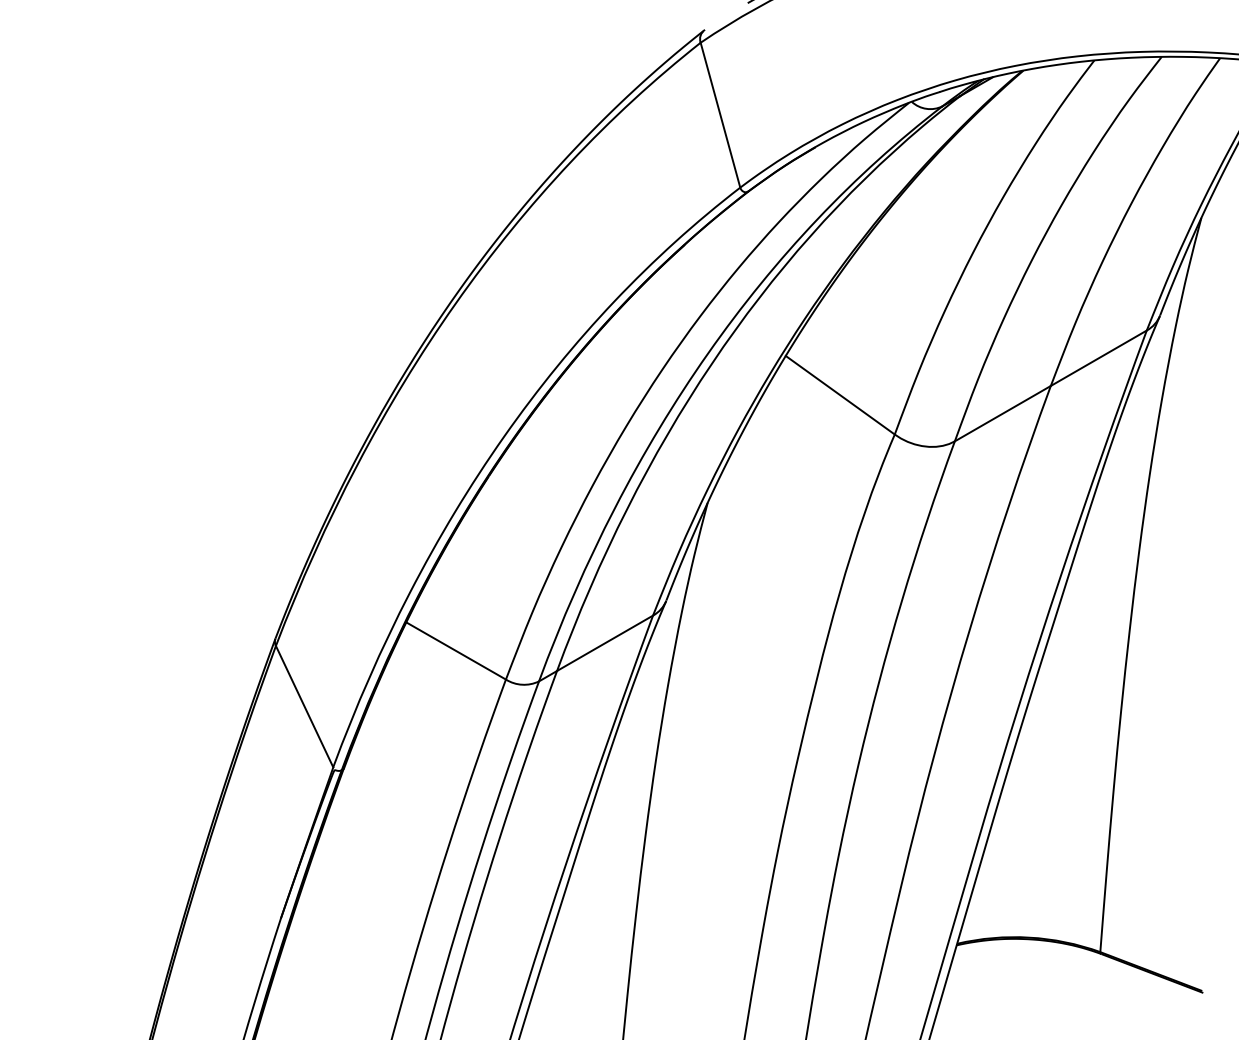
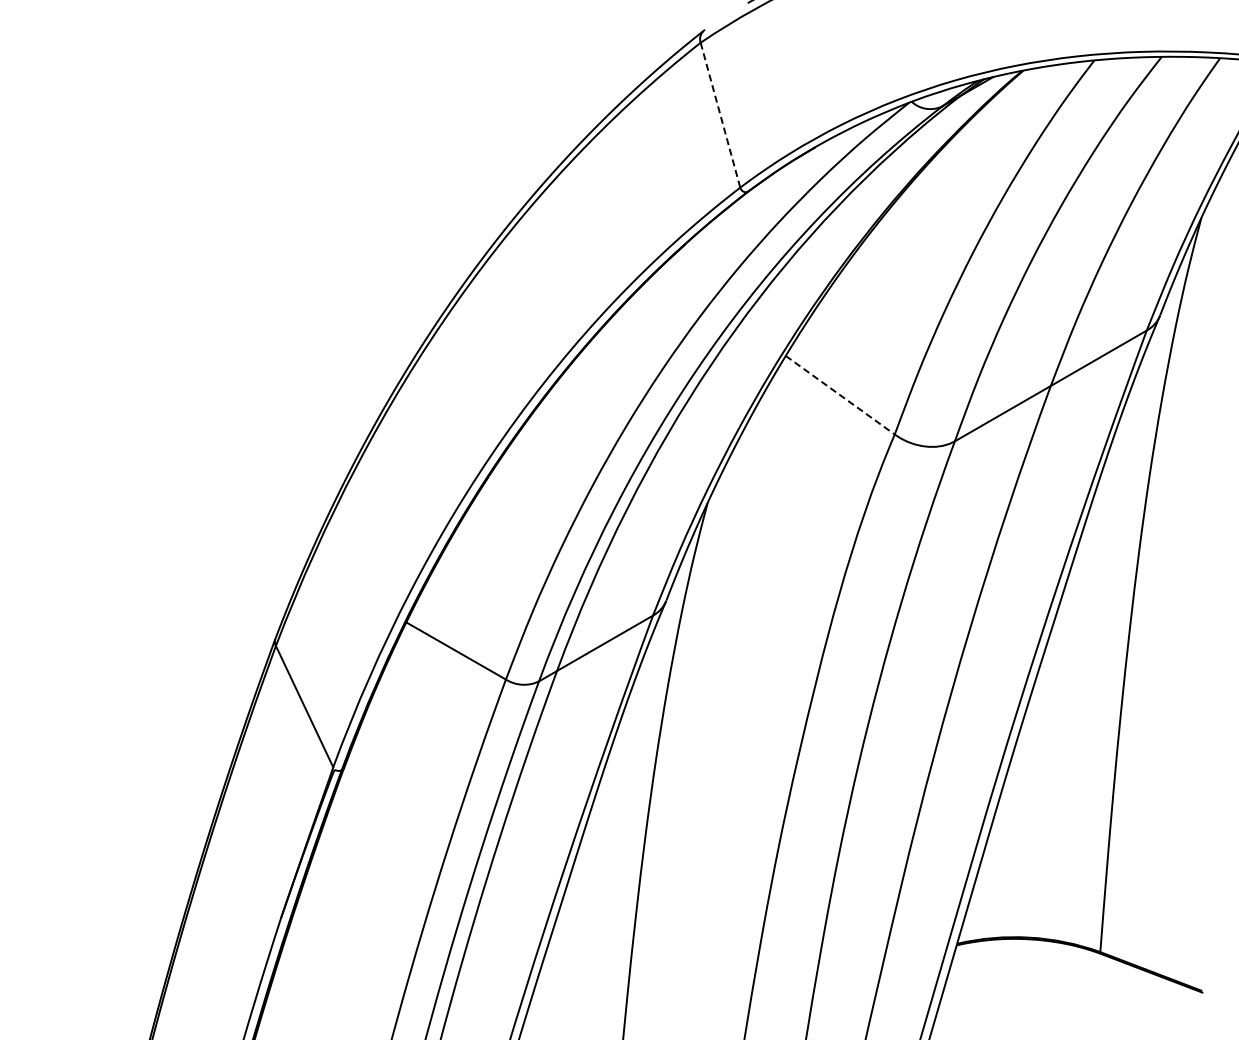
line at (720, 115): solid -> dashed
line at (840, 395): solid -> dashed
